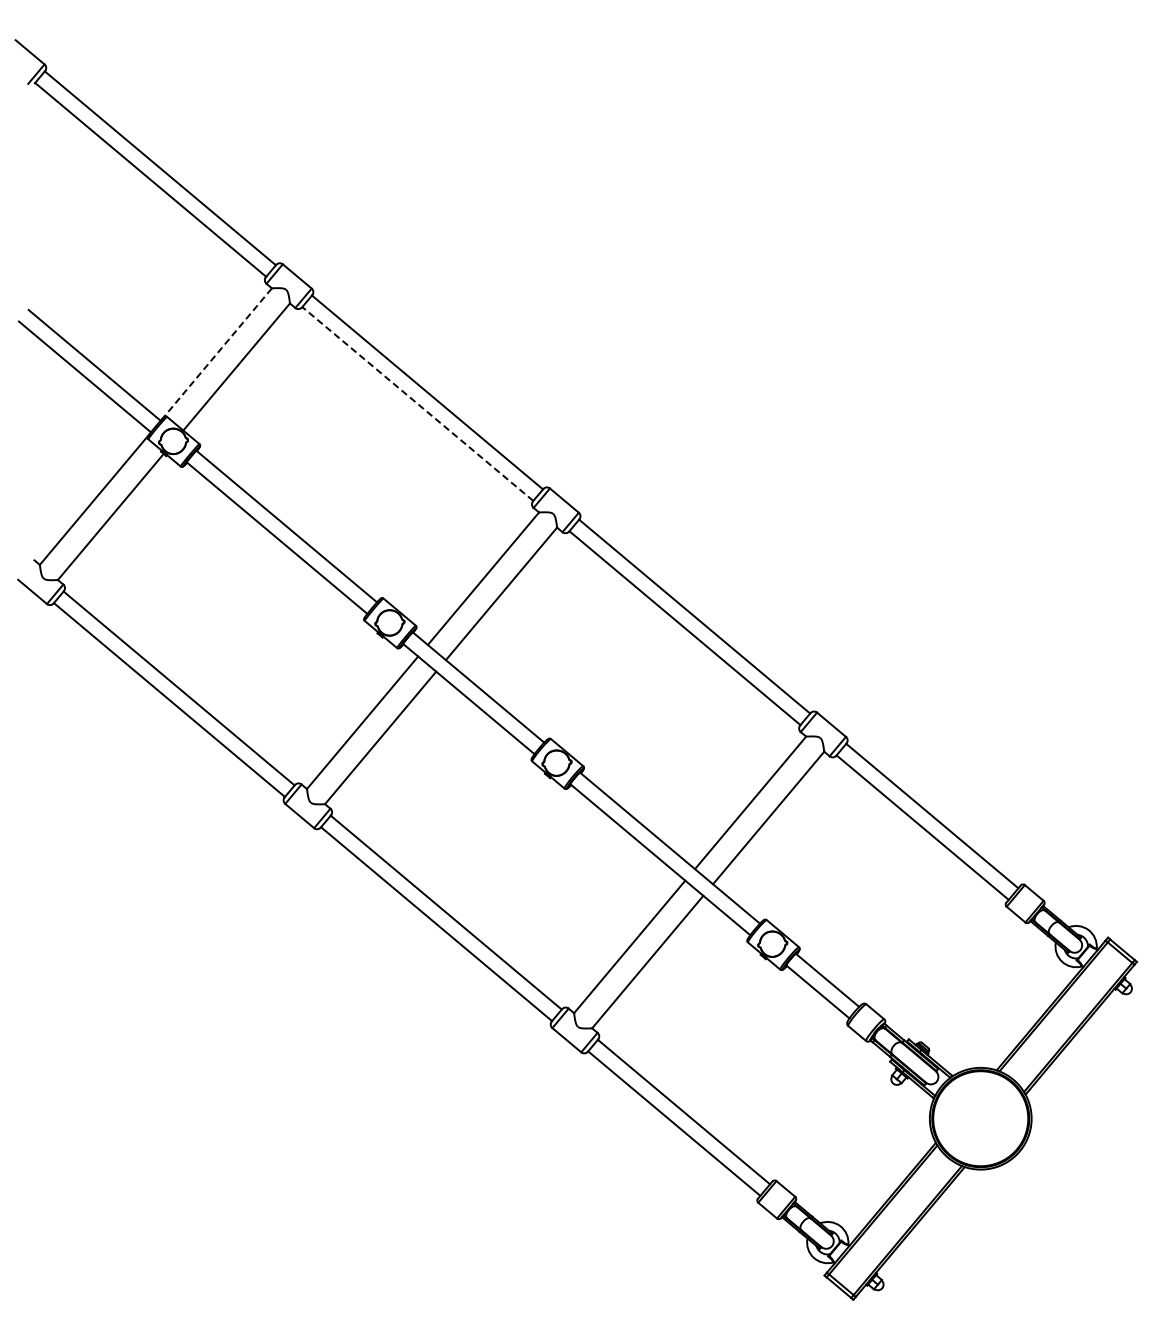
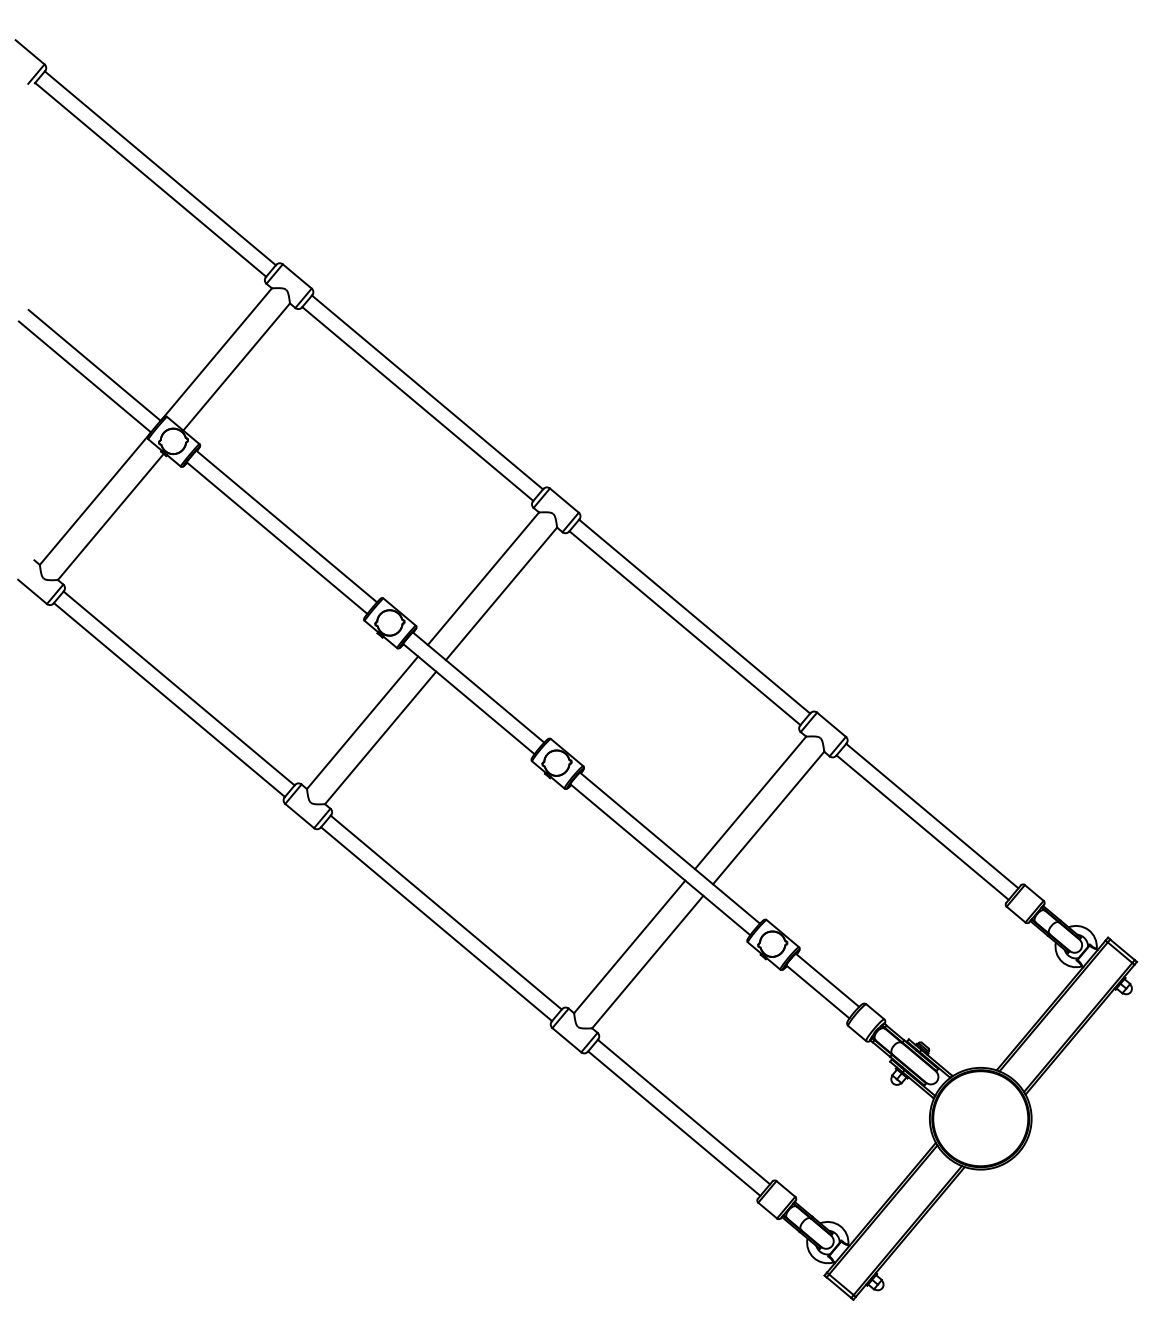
line at (216, 353): dashed -> solid
line at (417, 404): dashed -> solid
